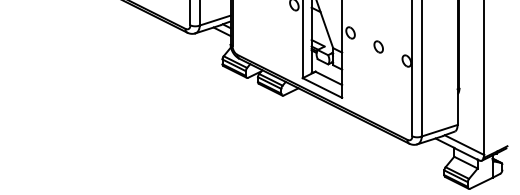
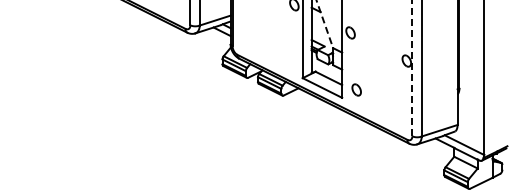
line at (325, 24): solid -> dashed
part at (378, 46) position: (378, 46) -> (356, 89)
line at (412, 68): solid -> dashed
